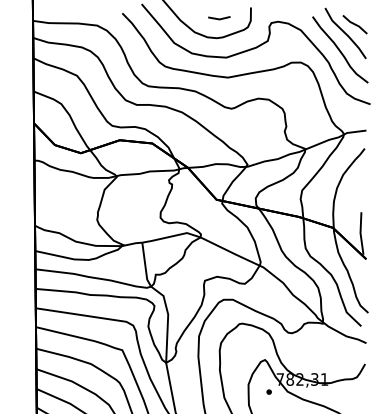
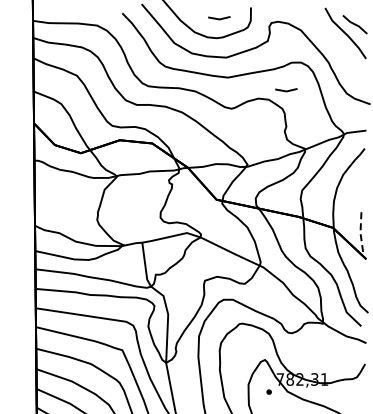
curve at (340, 49): present -> none
line at (286, 90): none -> present
line at (360, 233): solid -> dashed
